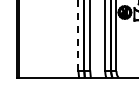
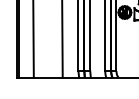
line at (78, 35): dashed -> solid
line at (33, 39): none -> present
line at (62, 39): none -> present
